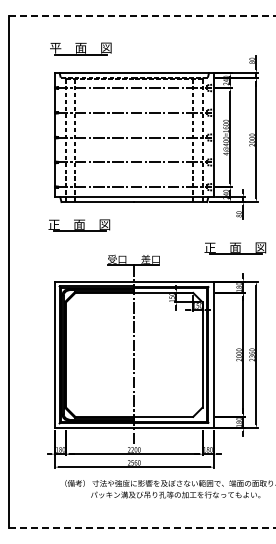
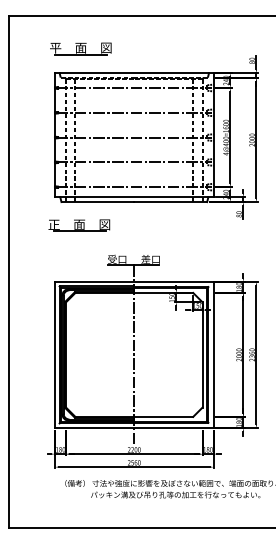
line at (142, 16): dashed -> solid
part at (235, 248): present -> none
line at (142, 527): dashed -> solid
